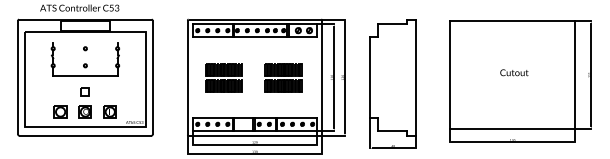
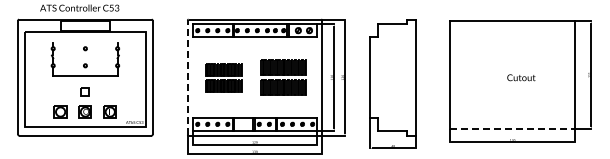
text at (514, 72) position: (514, 72) -> (521, 77)
line at (187, 77): solid -> dashed
part at (283, 77) size: 39x30 px -> 47x37 px
line at (512, 128): solid -> dashed
